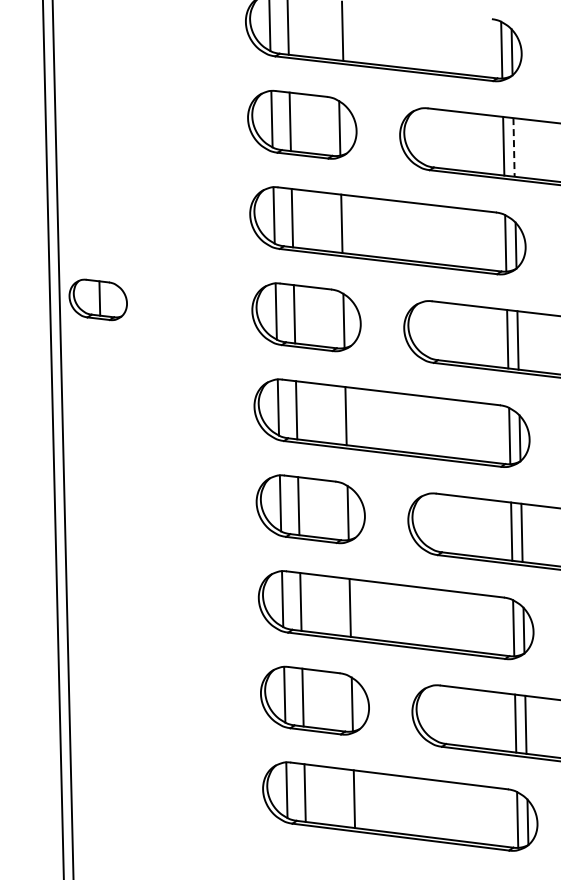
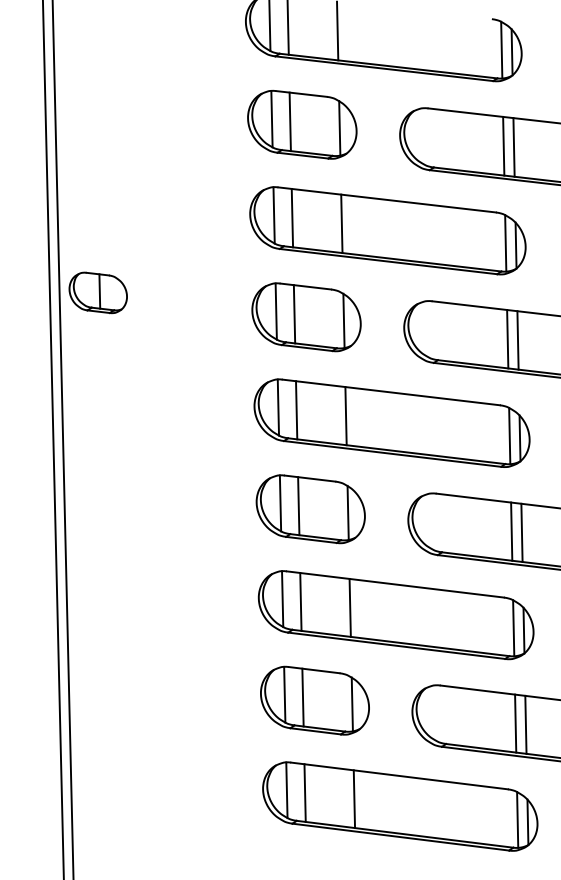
line at (342, 31) position: (342, 31) -> (337, 31)
line at (514, 147): dashed -> solid
part at (97, 299) position: (97, 299) -> (97, 292)
